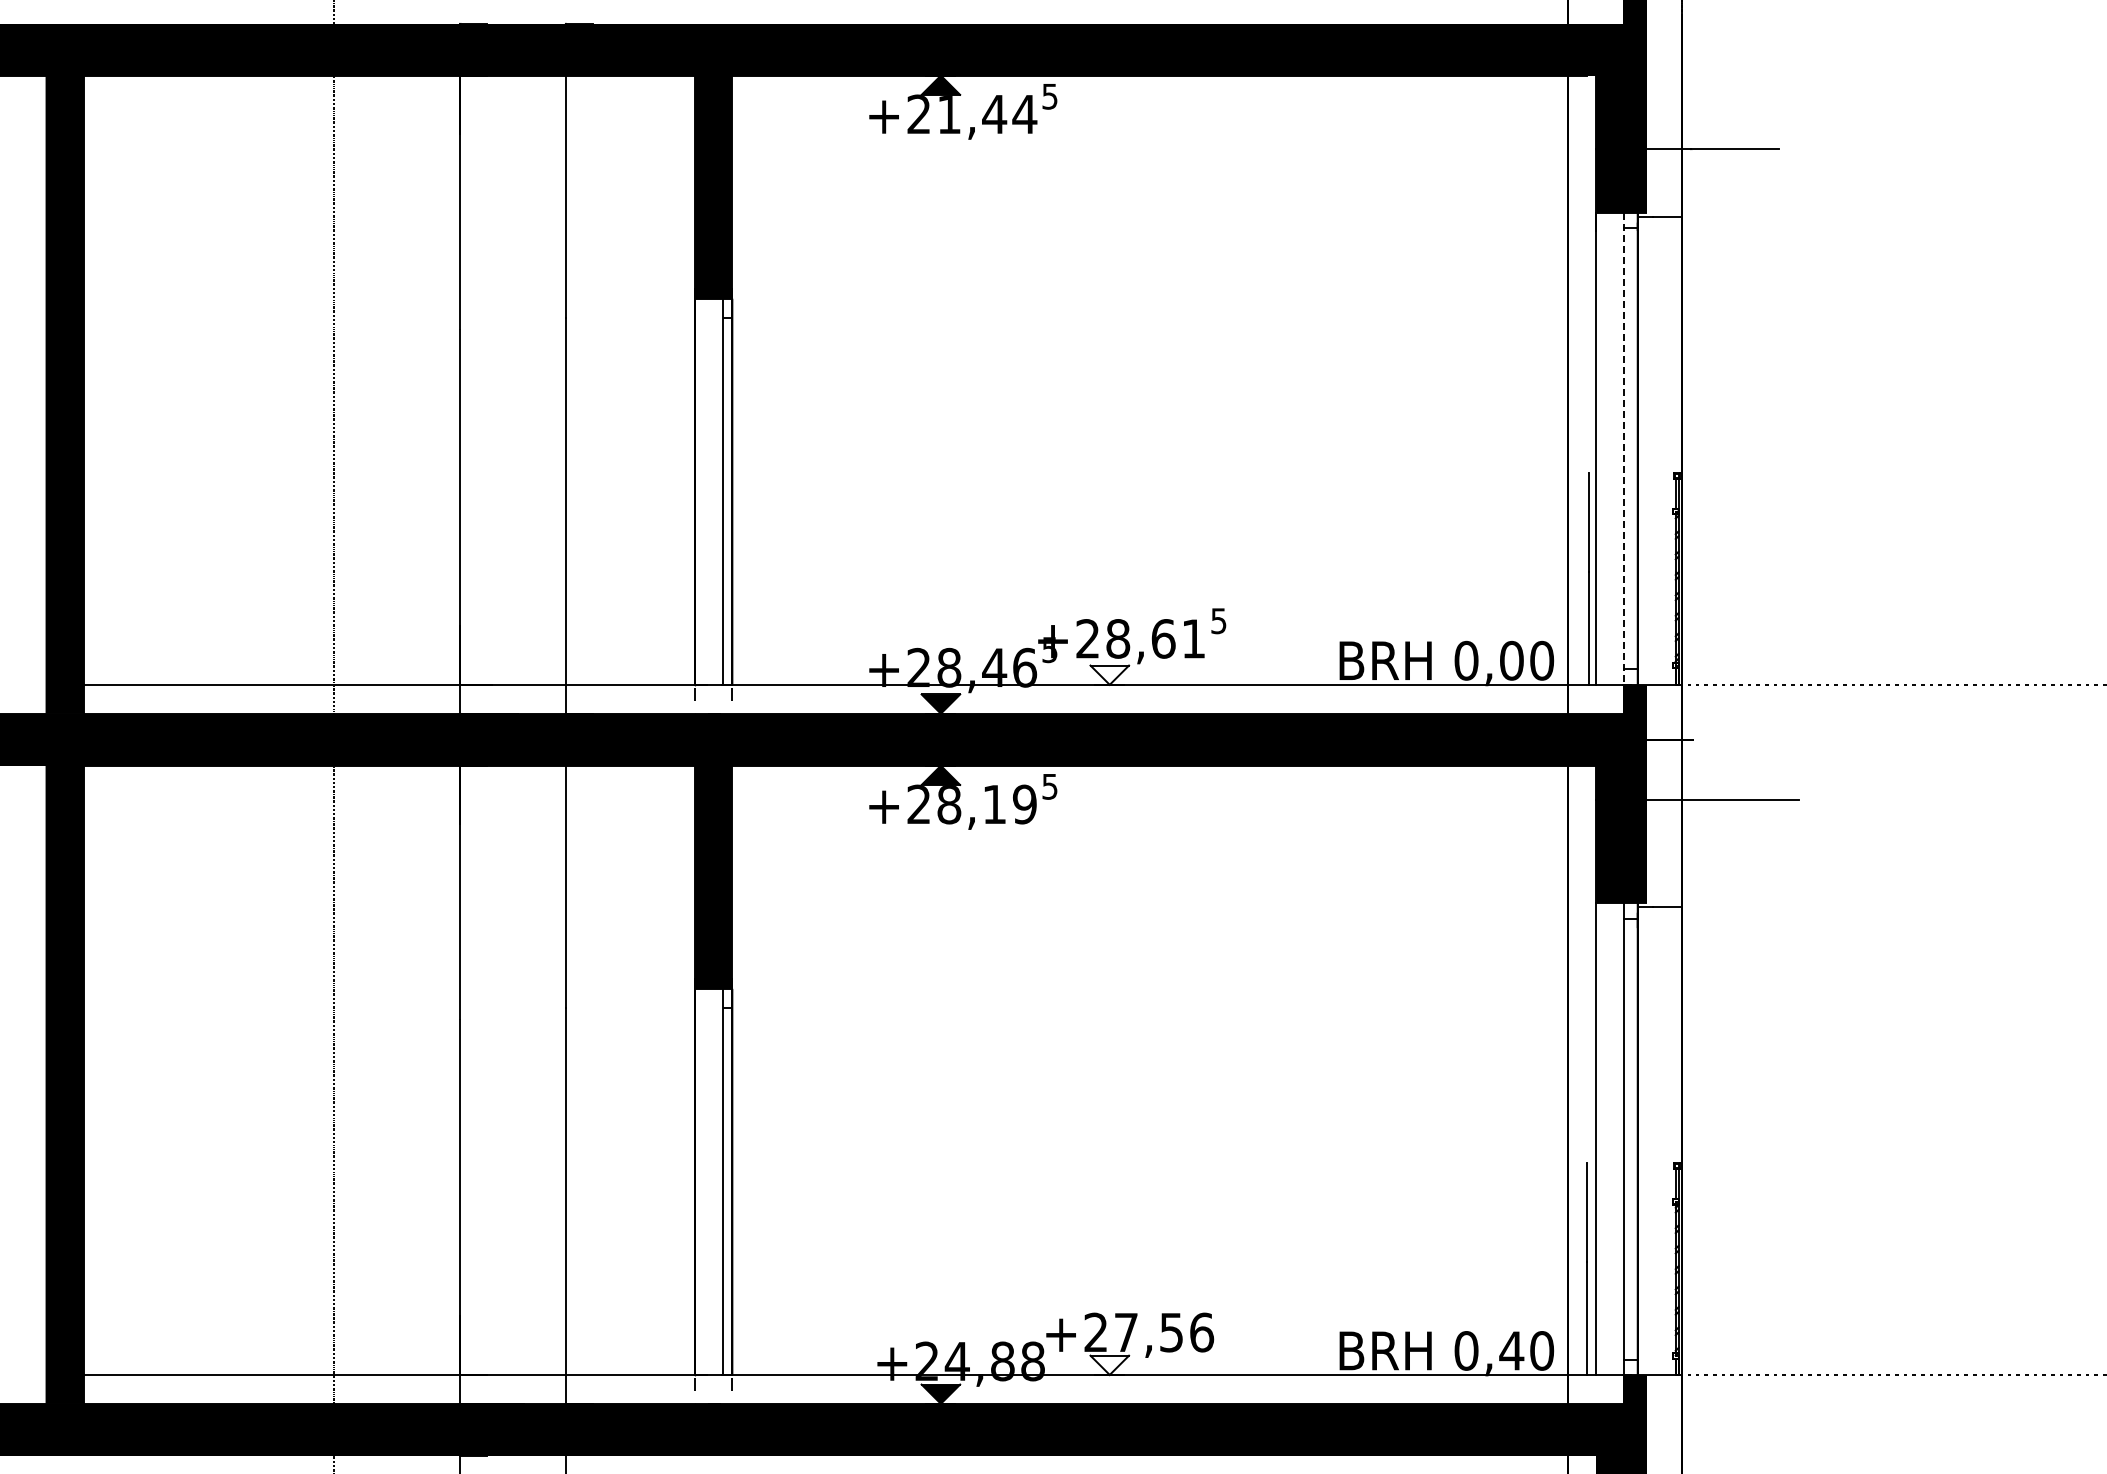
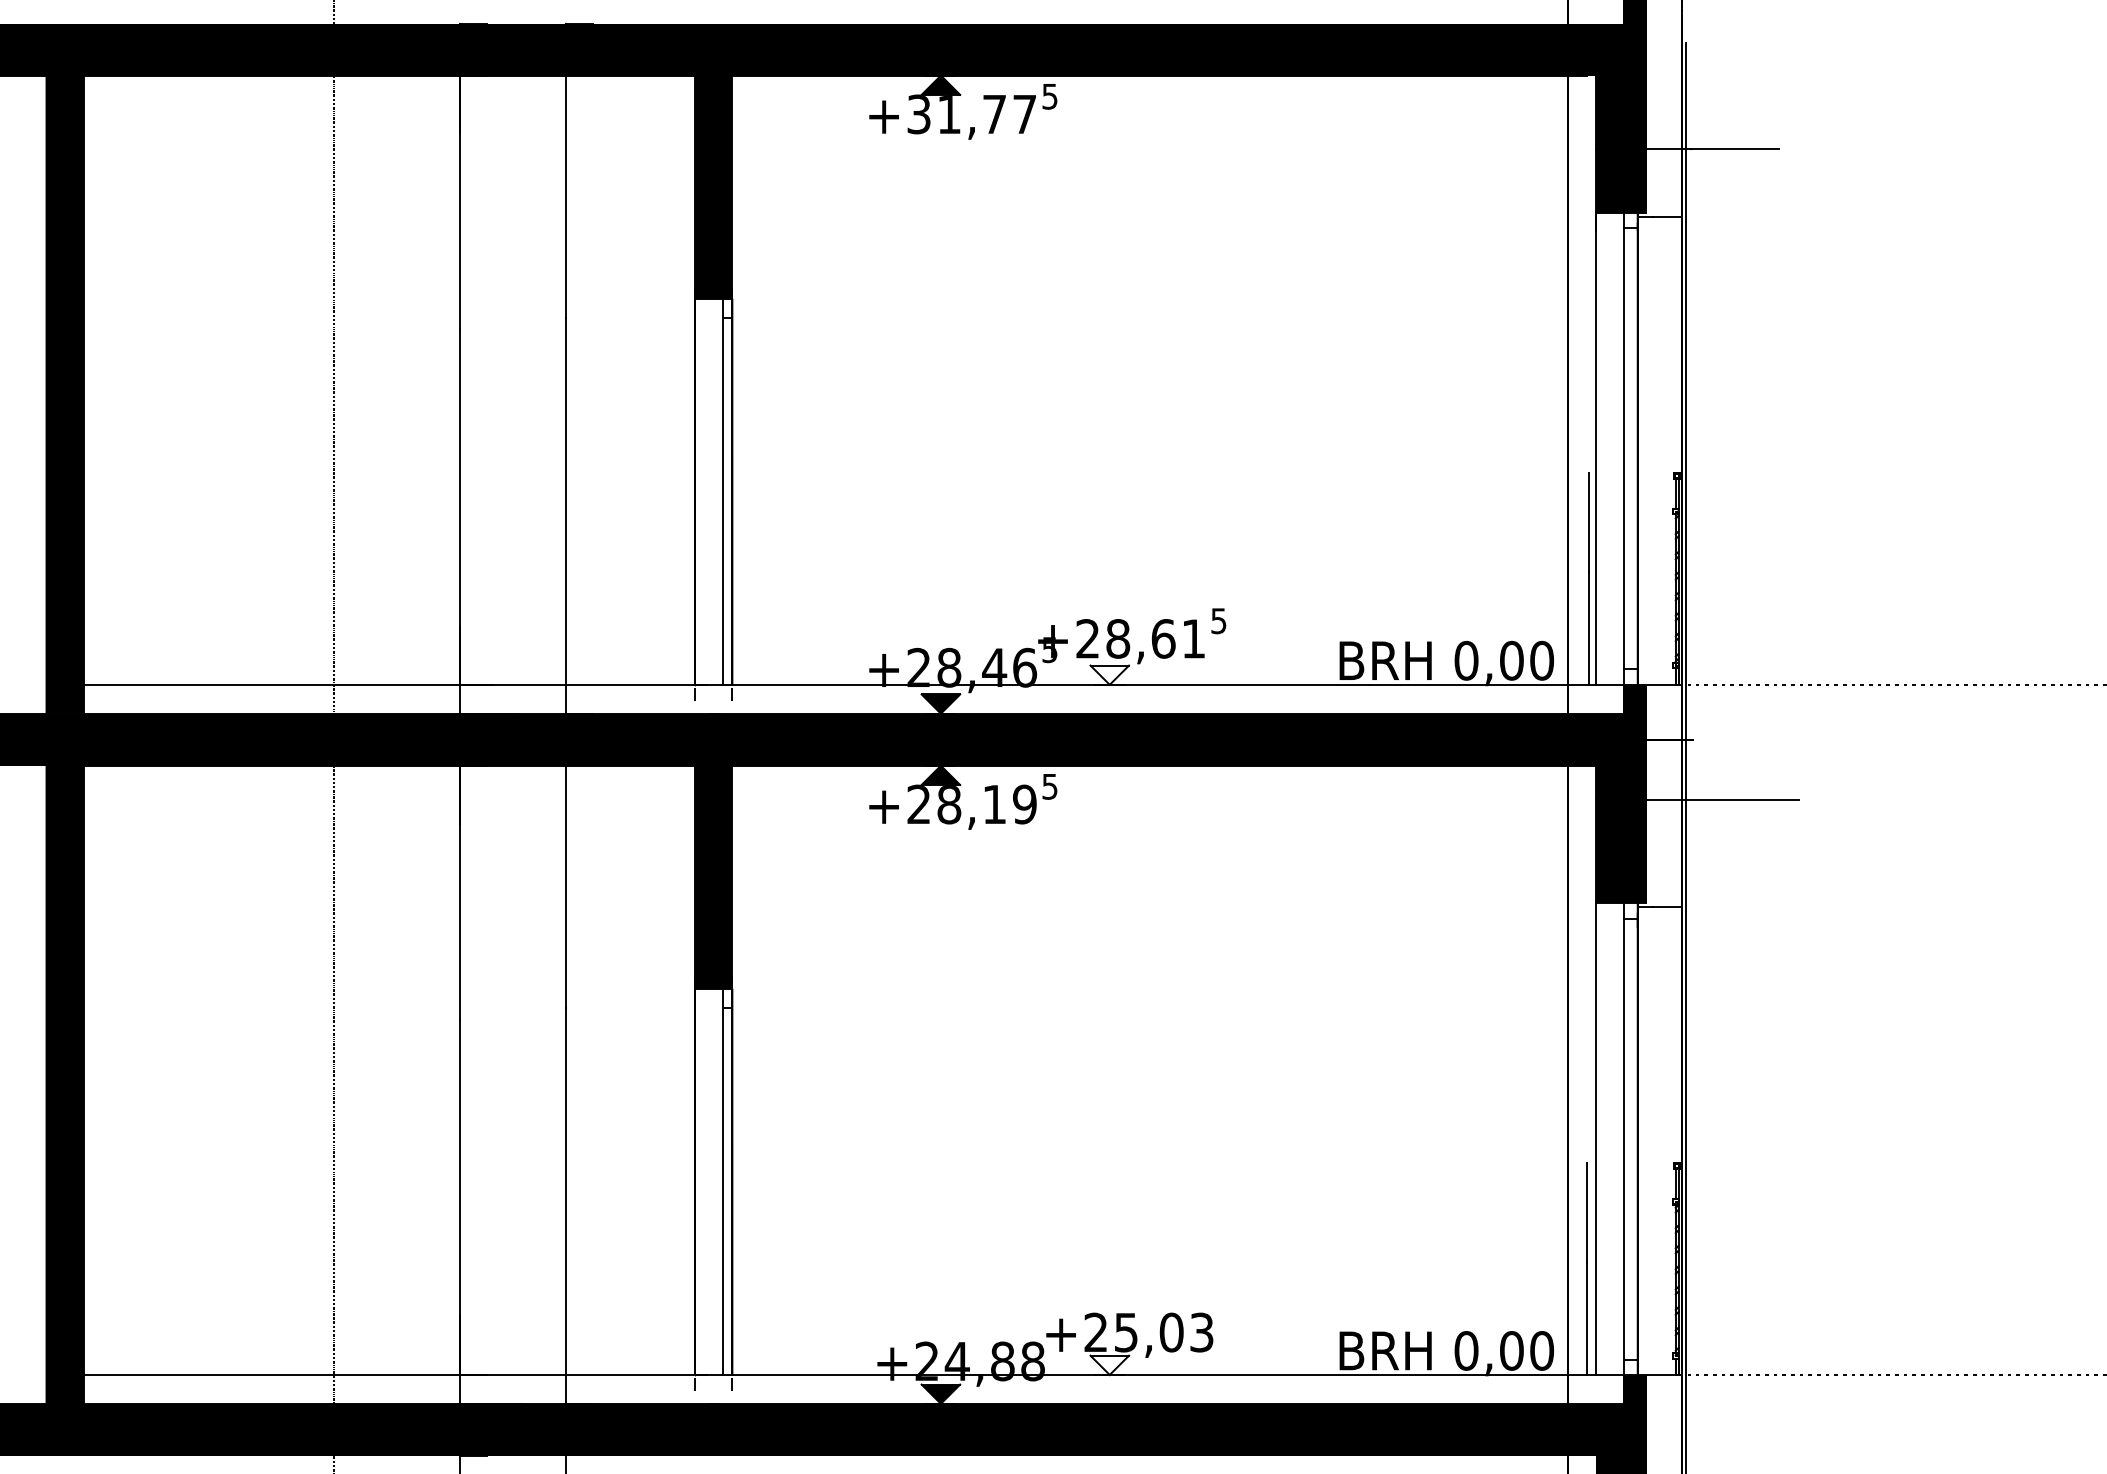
text at (972, 114): +21,44 -> +31,77
line at (1624, 448): dashed -> solid
line at (1685, 756): none -> present
text at (1164, 1332): +27,56 -> +25,03
text at (1511, 1350): 0,40 -> 0,00
